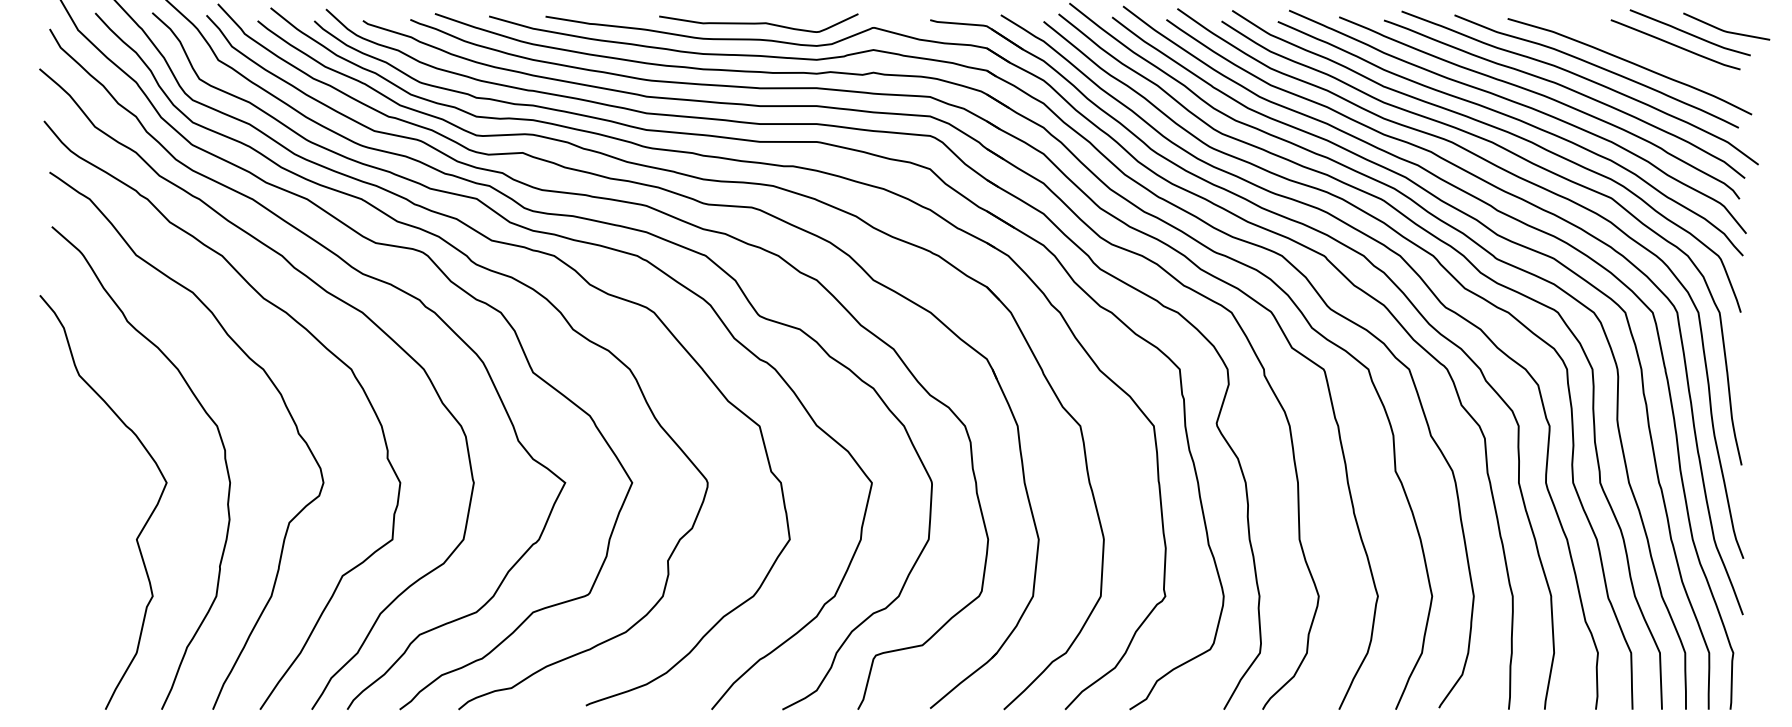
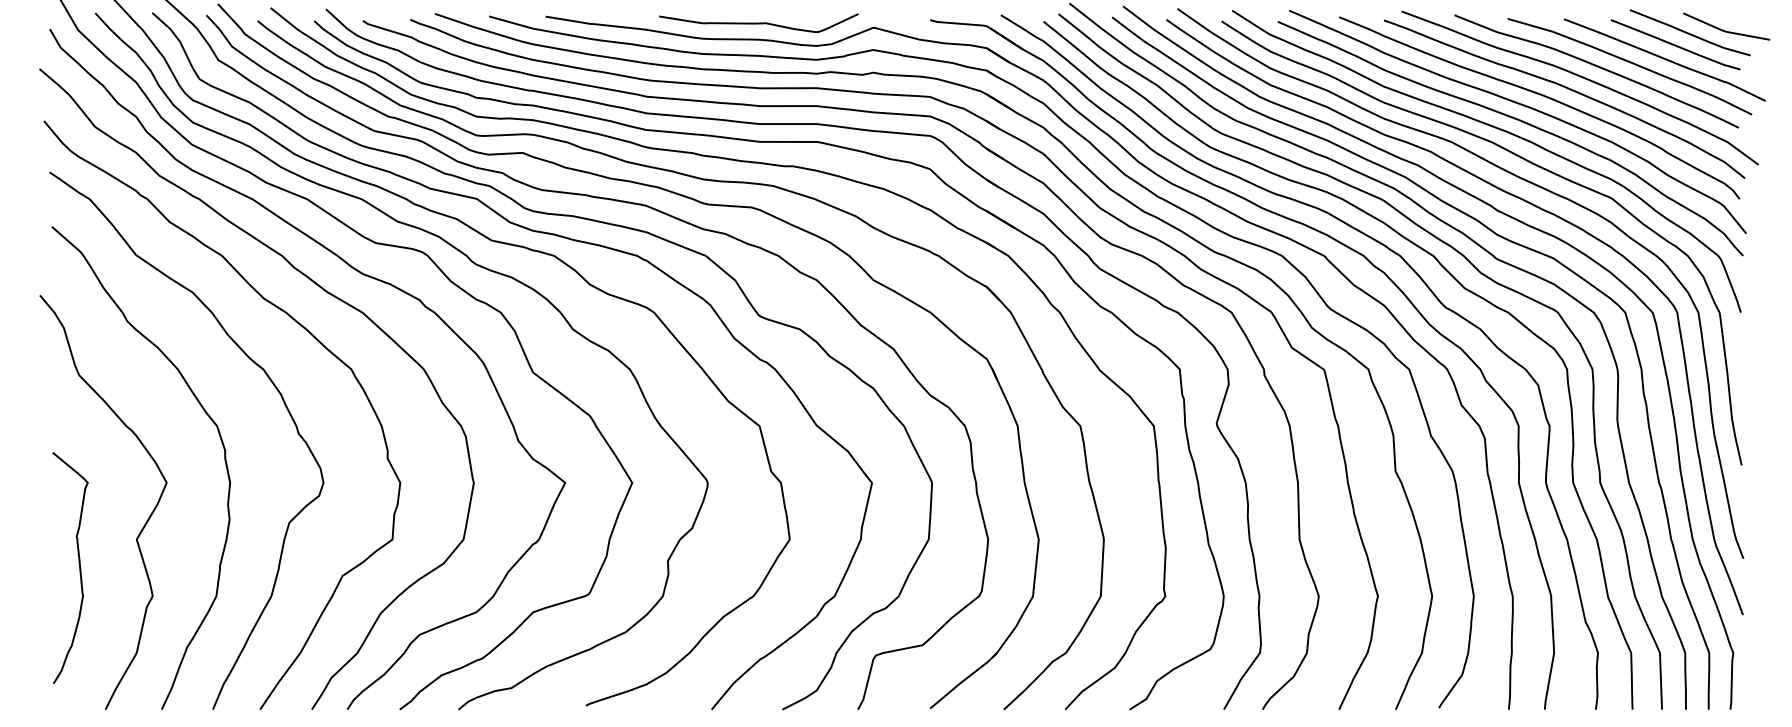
curve at (1664, 59): none -> present
curve at (79, 568): none -> present
